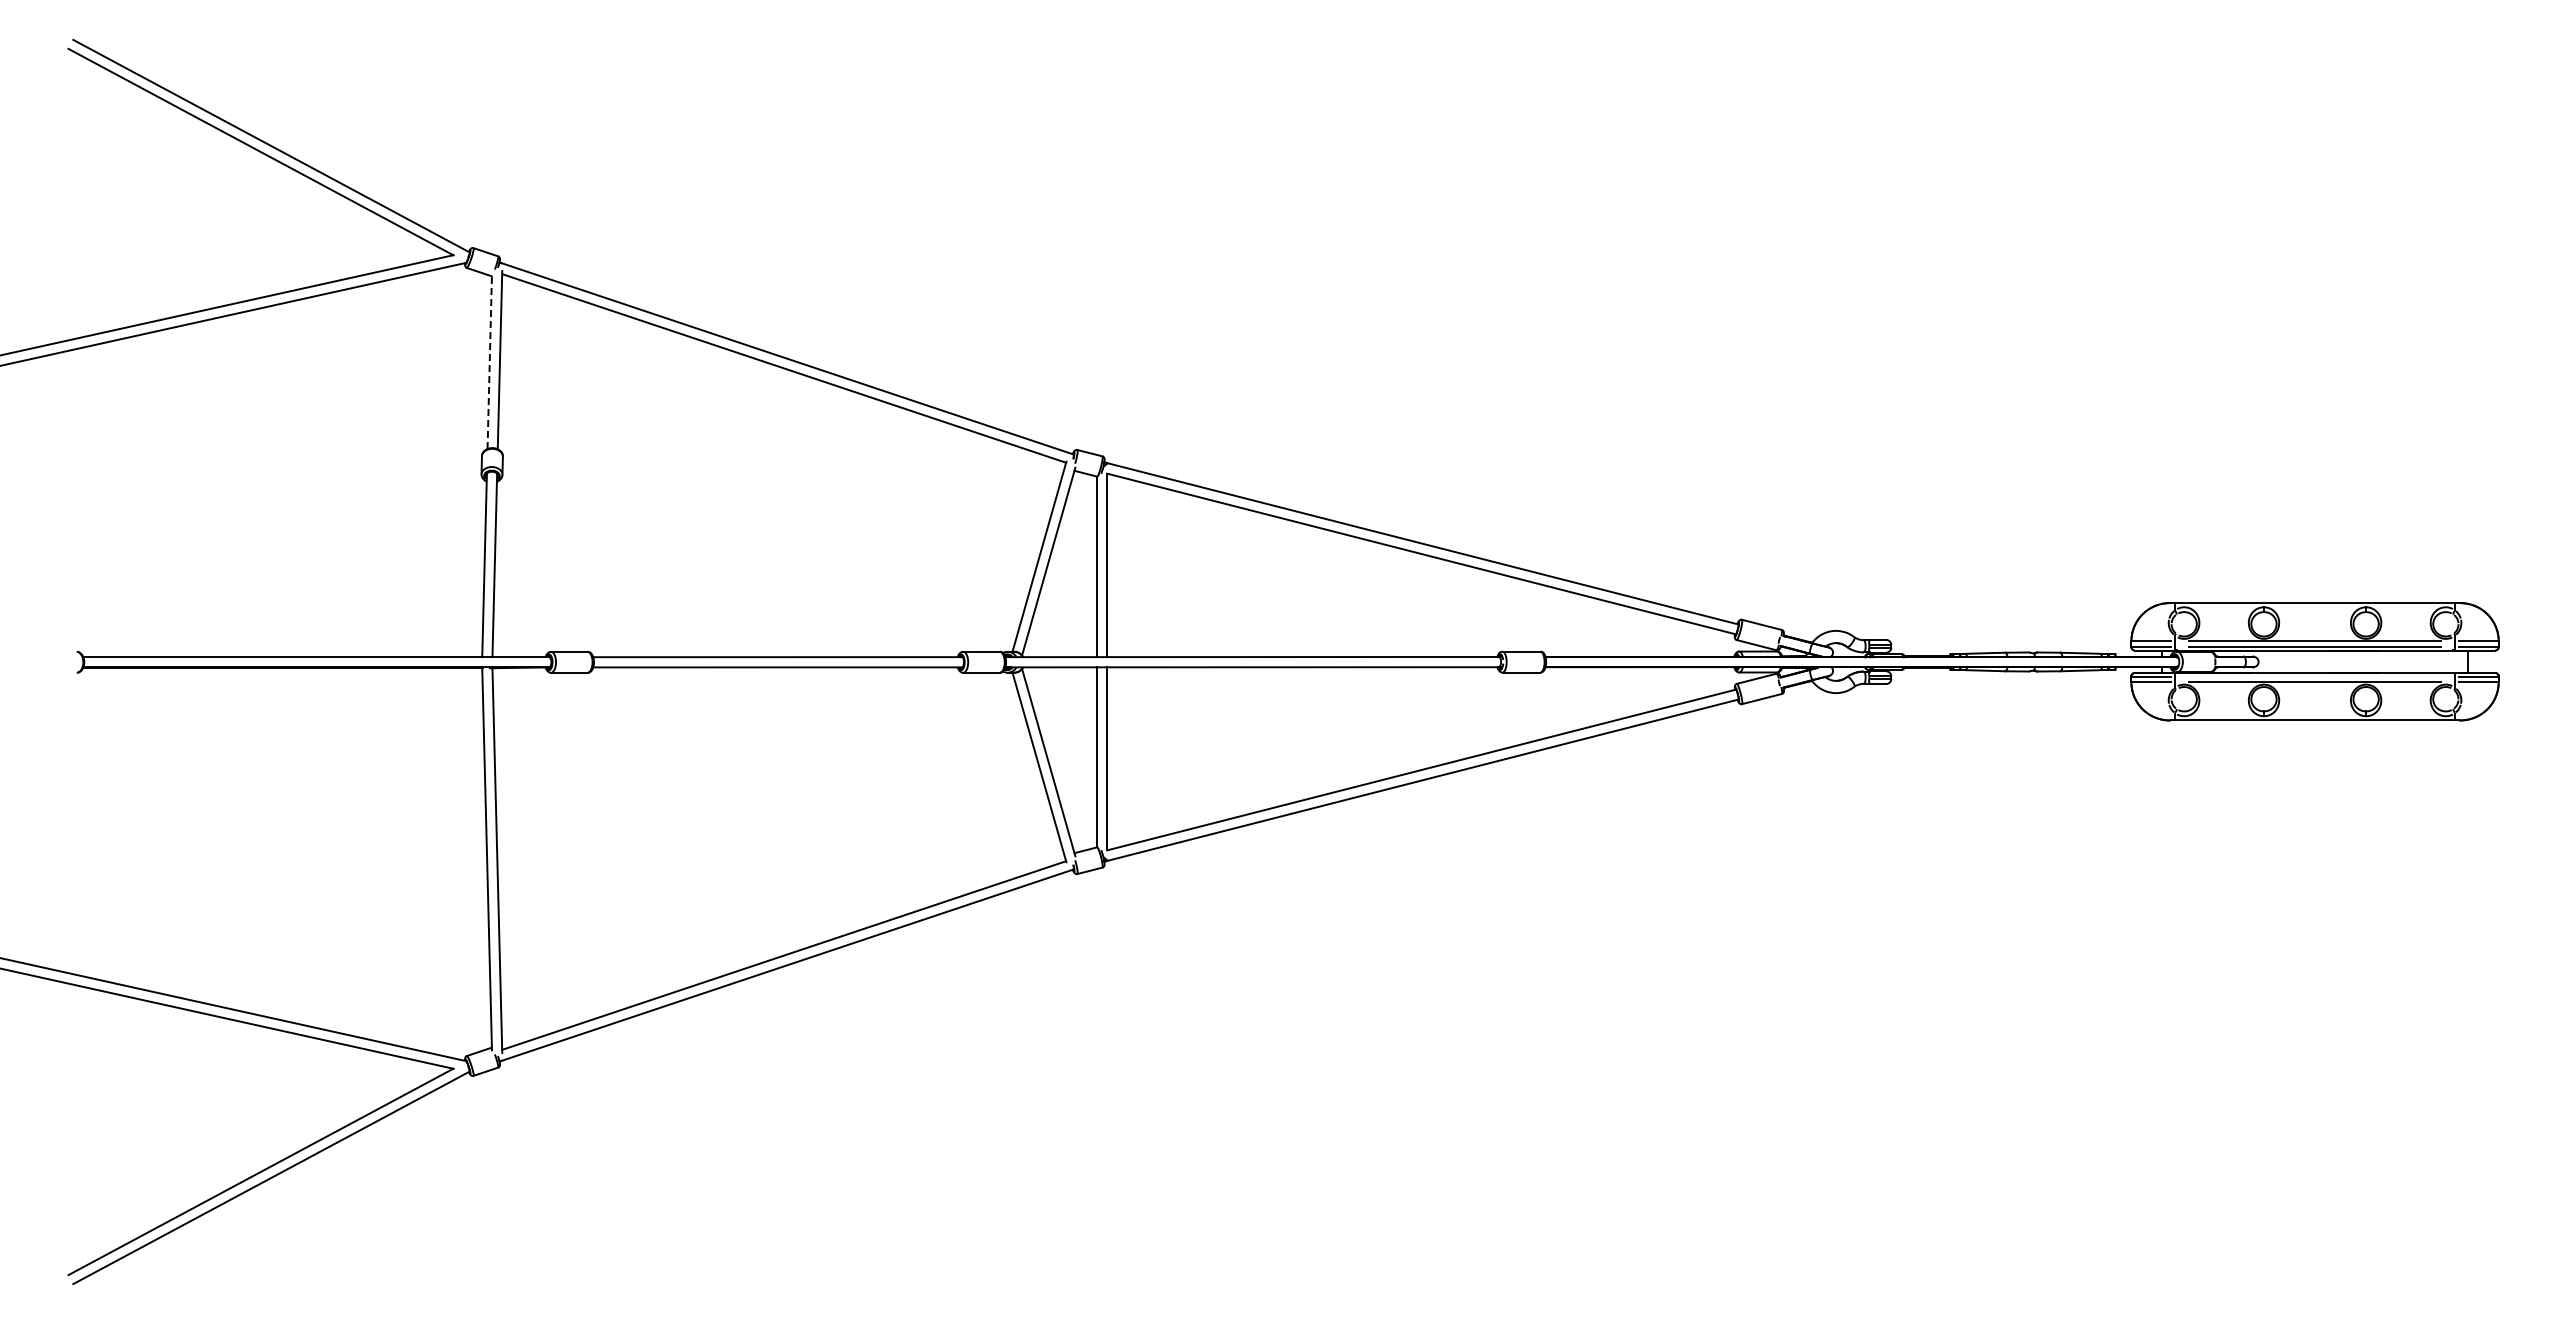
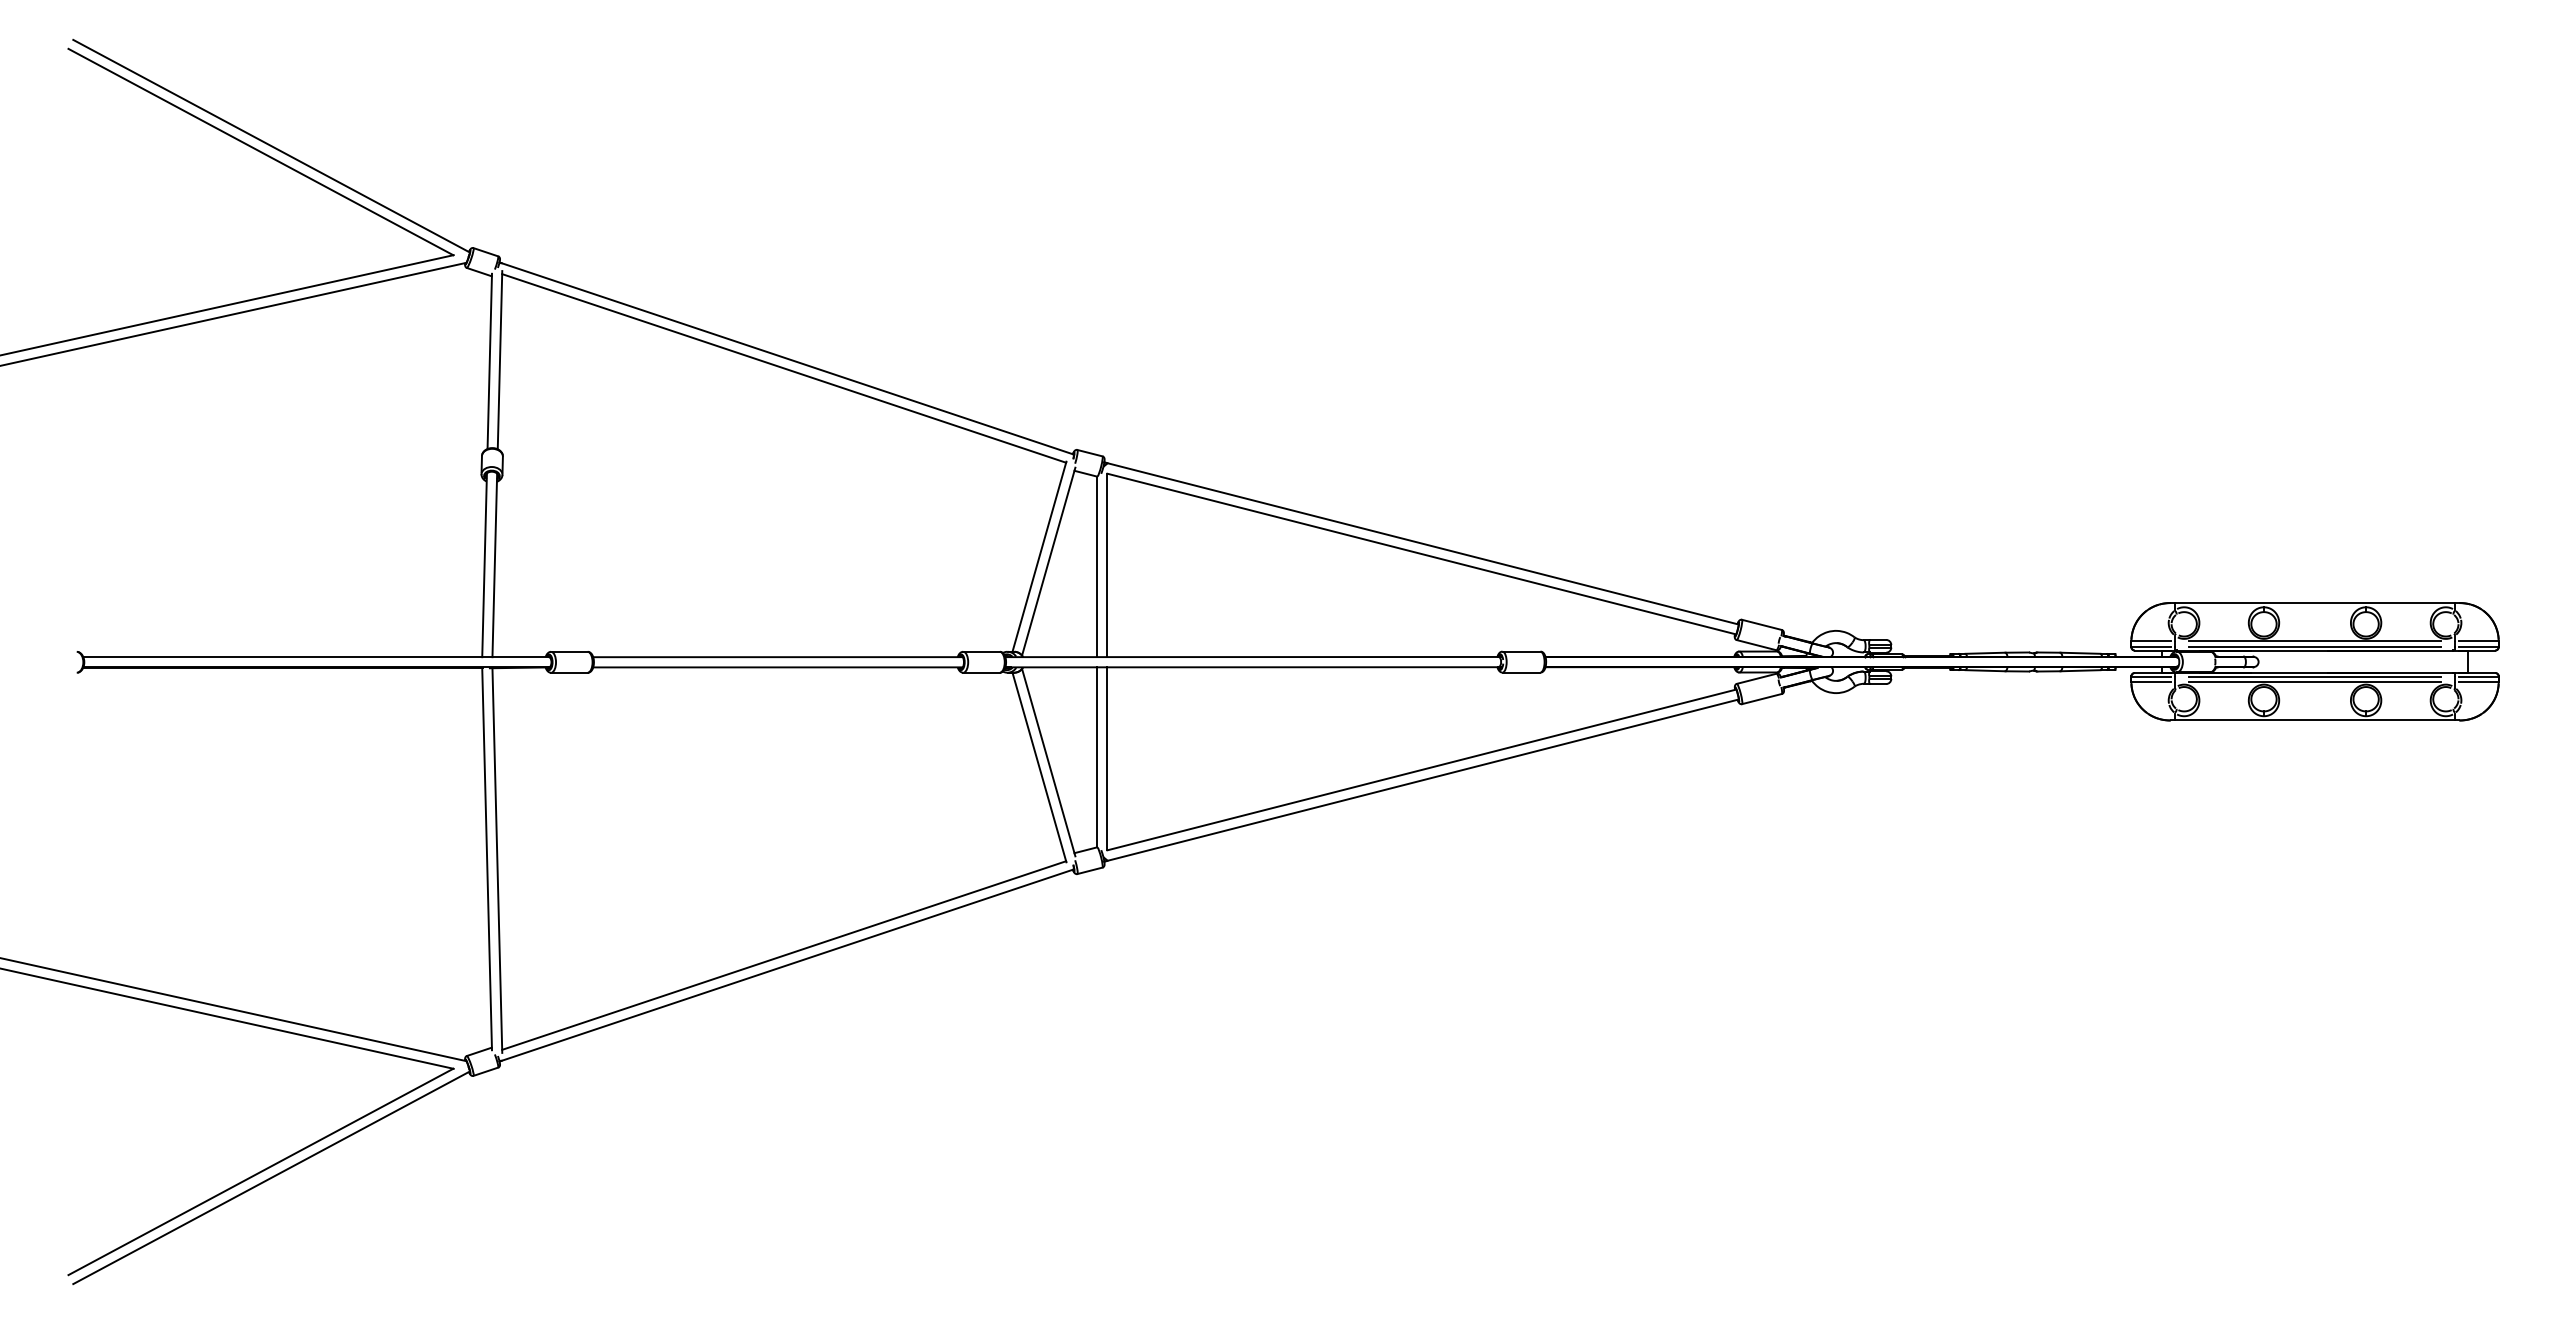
line at (489, 361): dashed -> solid
line at (2314, 676): none -> present
